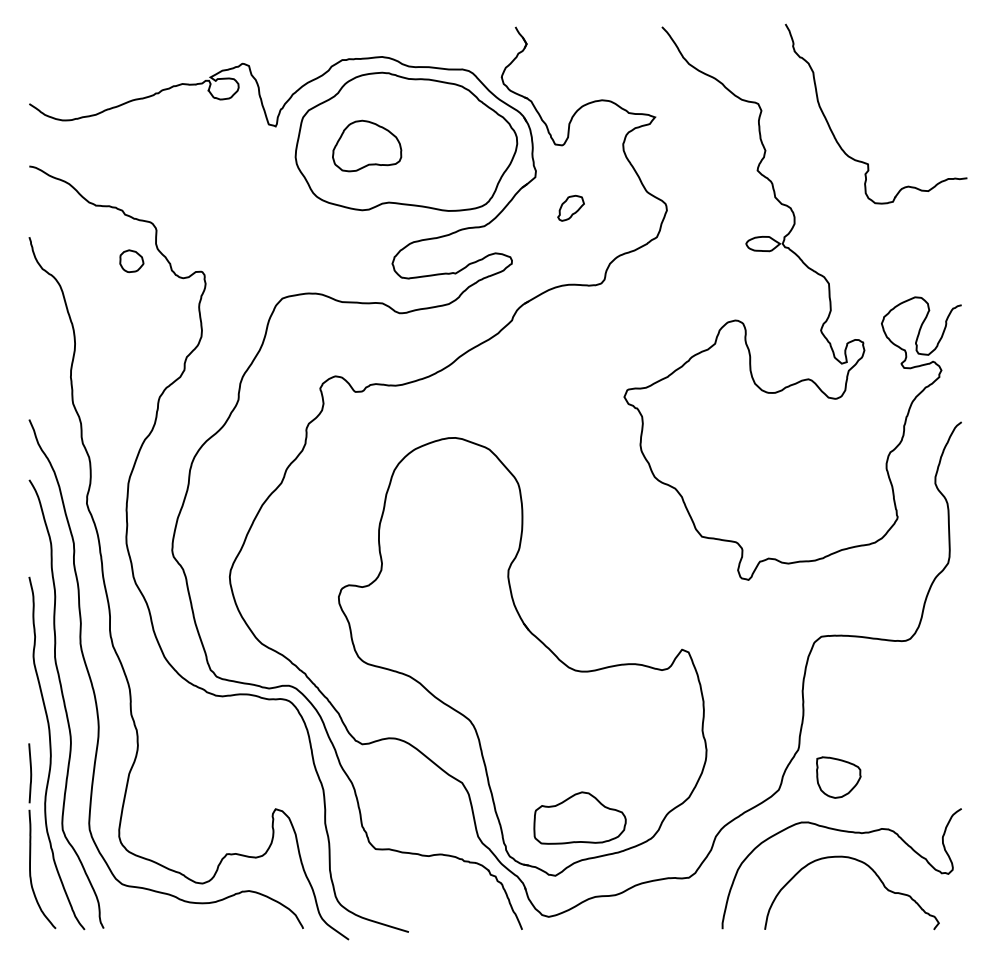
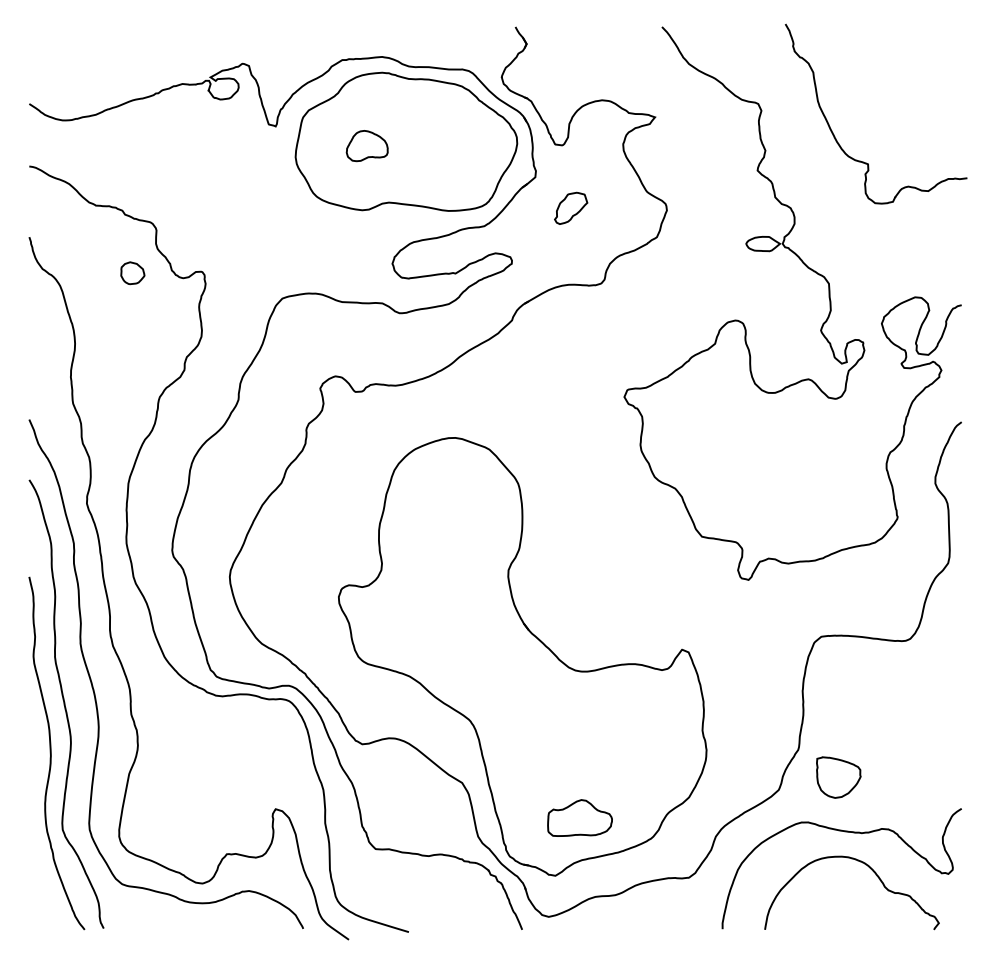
part at (367, 145) size: 71x54 px -> 44x33 px
part at (570, 207) size: 28x28 px -> 35x34 px
part at (131, 261) position: (131, 261) -> (132, 273)
part at (579, 817) size: 94x54 px -> 66x38 px
part at (31, 836): present -> none
